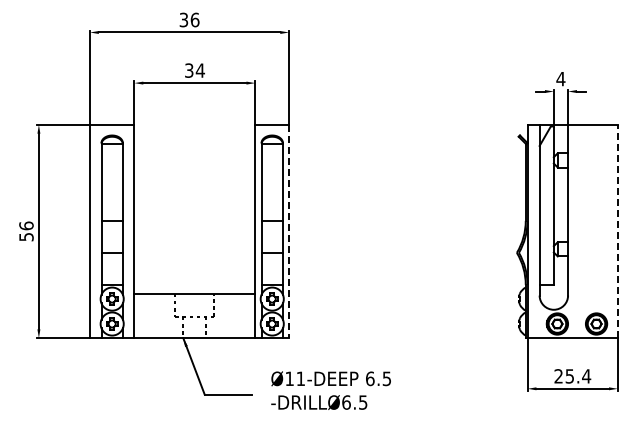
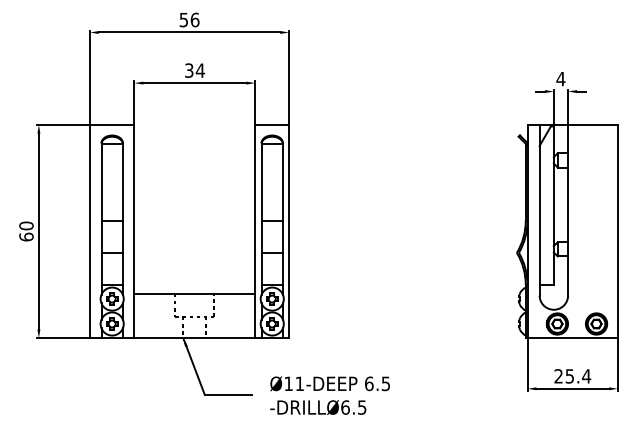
text at (184, 19): 36 -> 56
text at (26, 231): 56 -> 60
line at (289, 231): dashed -> solid
line at (617, 231): dashed -> solid
text at (330, 390) position: (330, 390) -> (329, 395)
